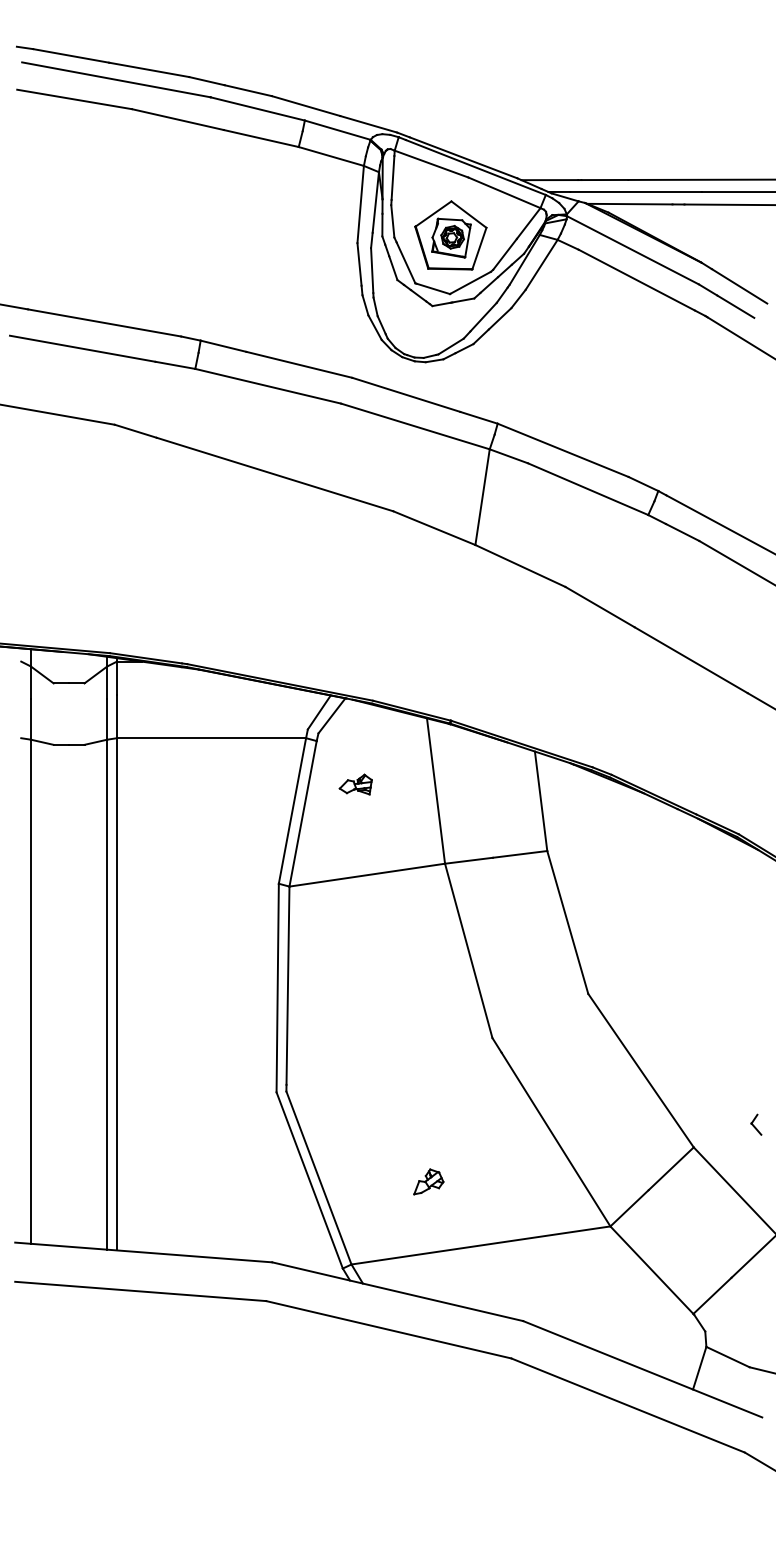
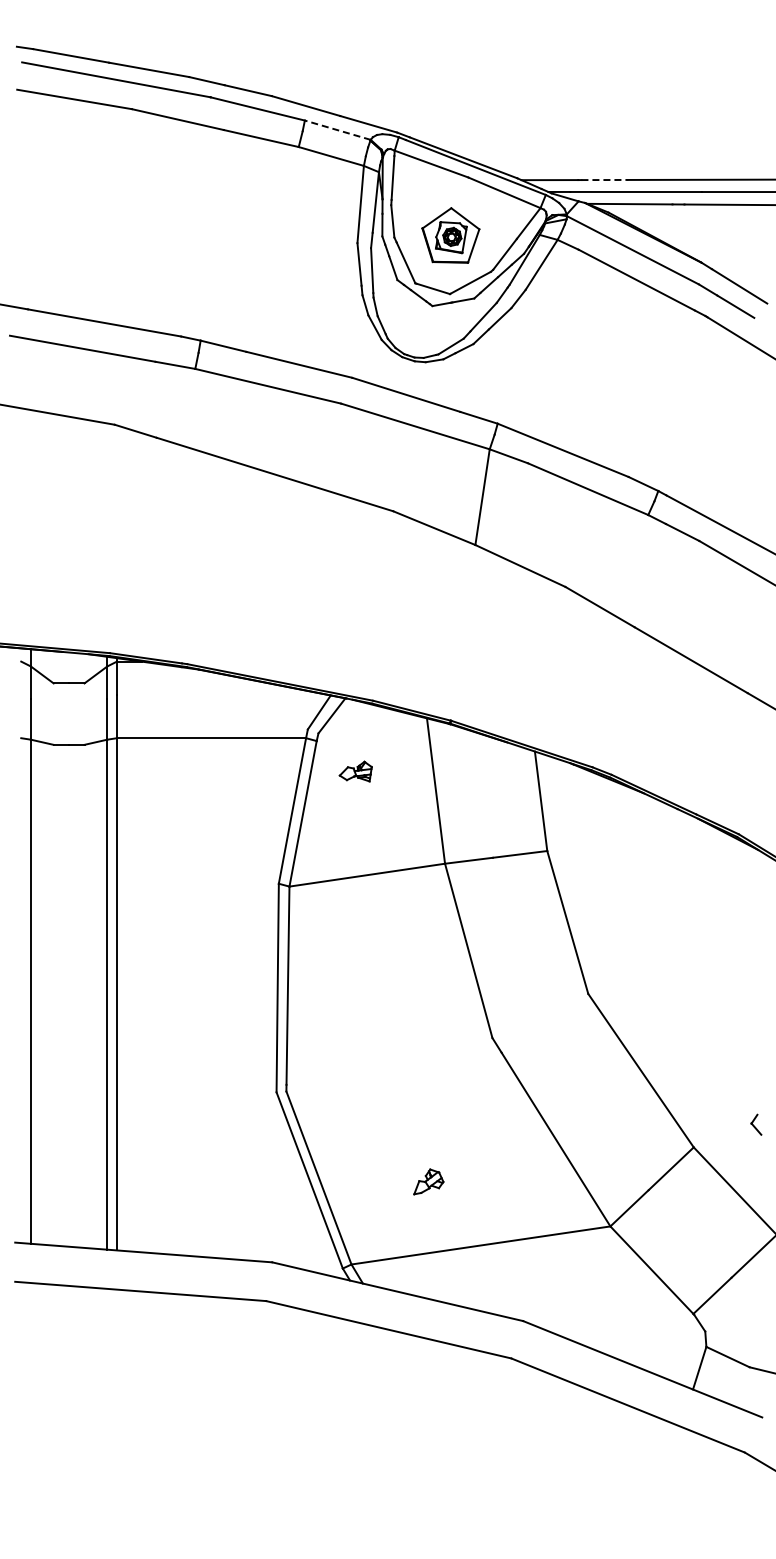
line at (337, 130): solid -> dashed
line at (605, 180): solid -> dashed
part at (450, 235) size: 74x71 px -> 60x57 px
part at (355, 784) position: (355, 784) -> (355, 771)
